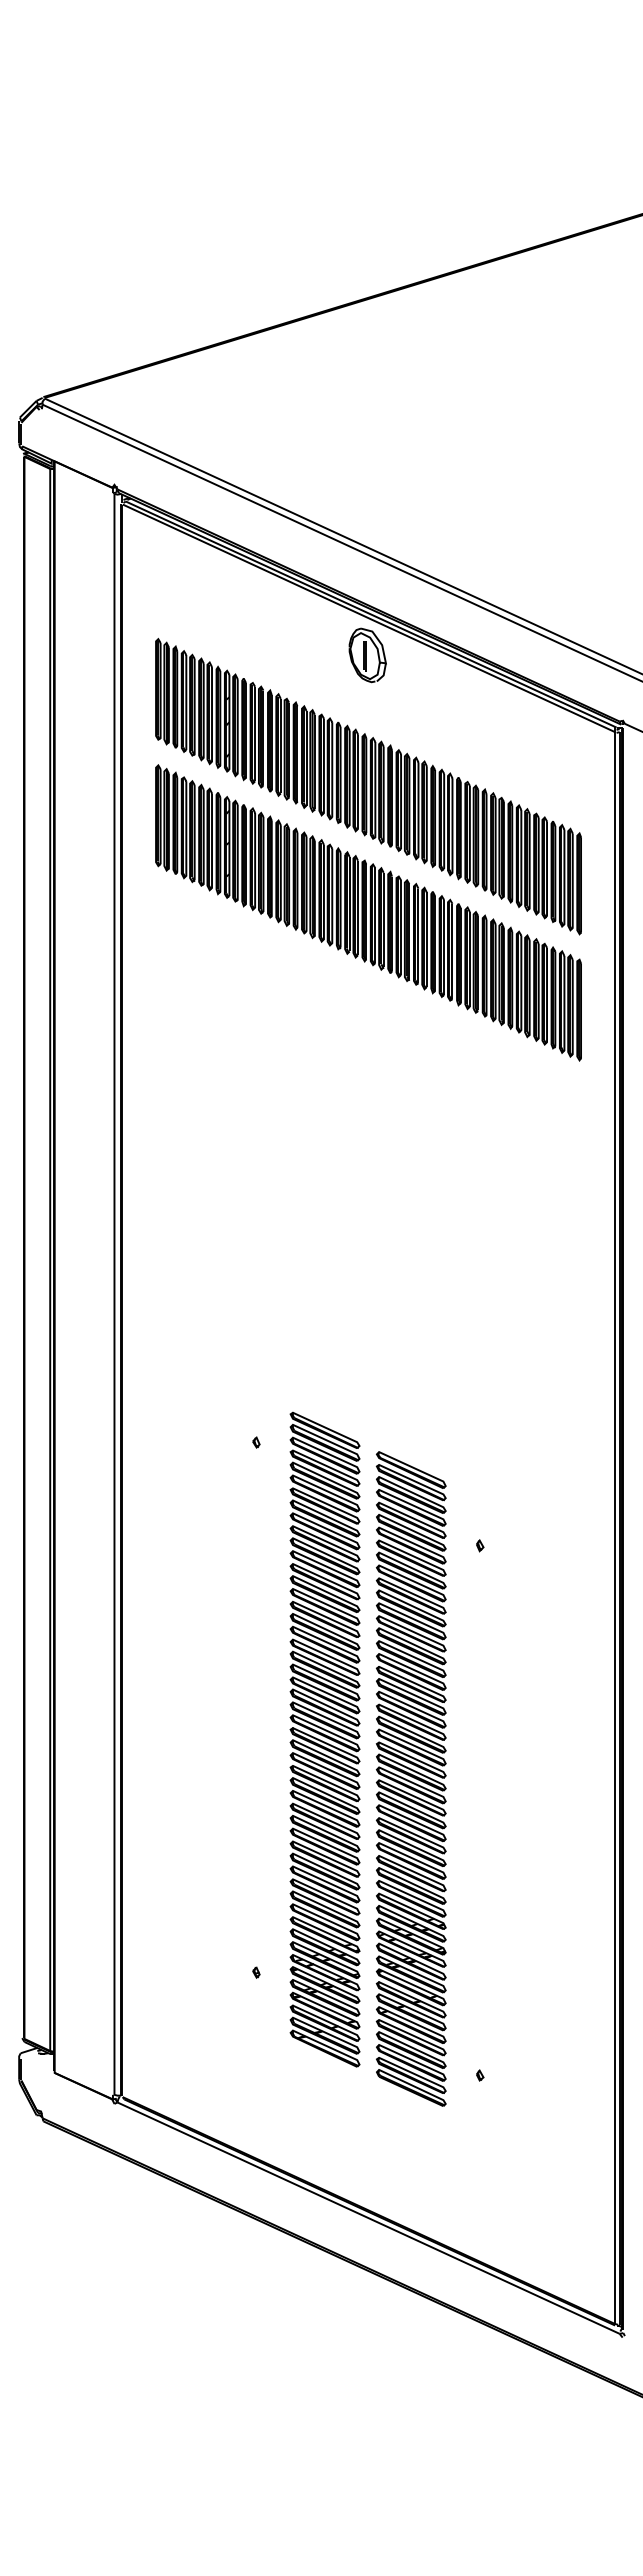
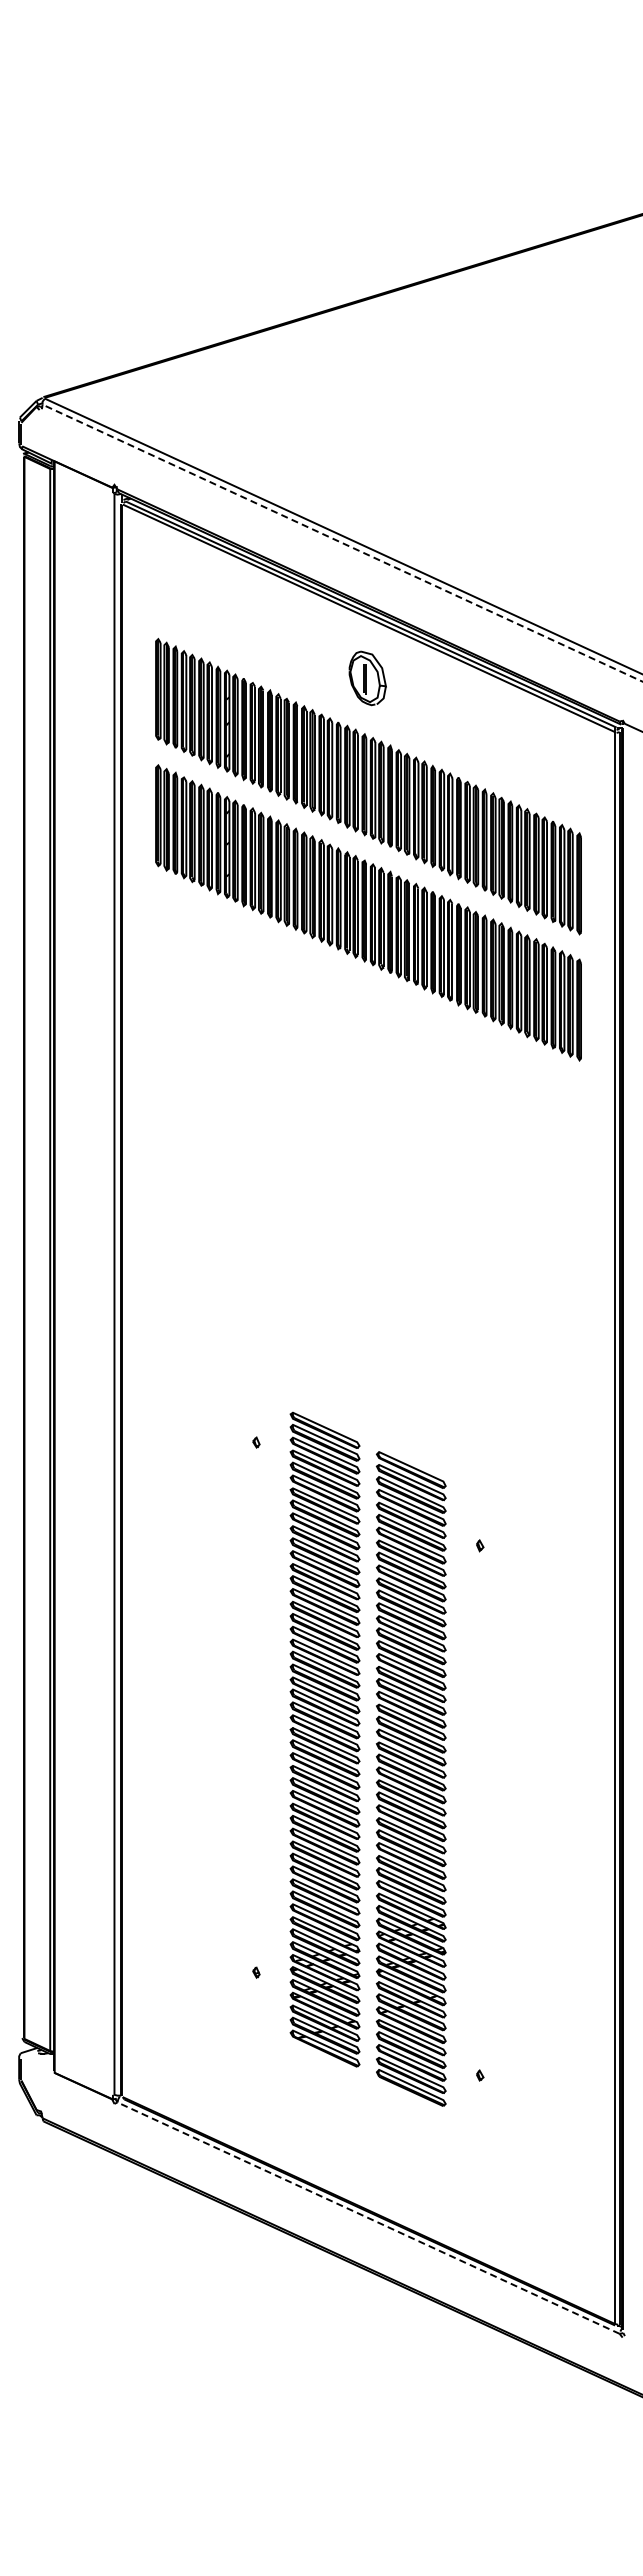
line at (341, 542): solid -> dashed
part at (367, 655) position: (367, 655) -> (367, 678)
line at (368, 2217): solid -> dashed
